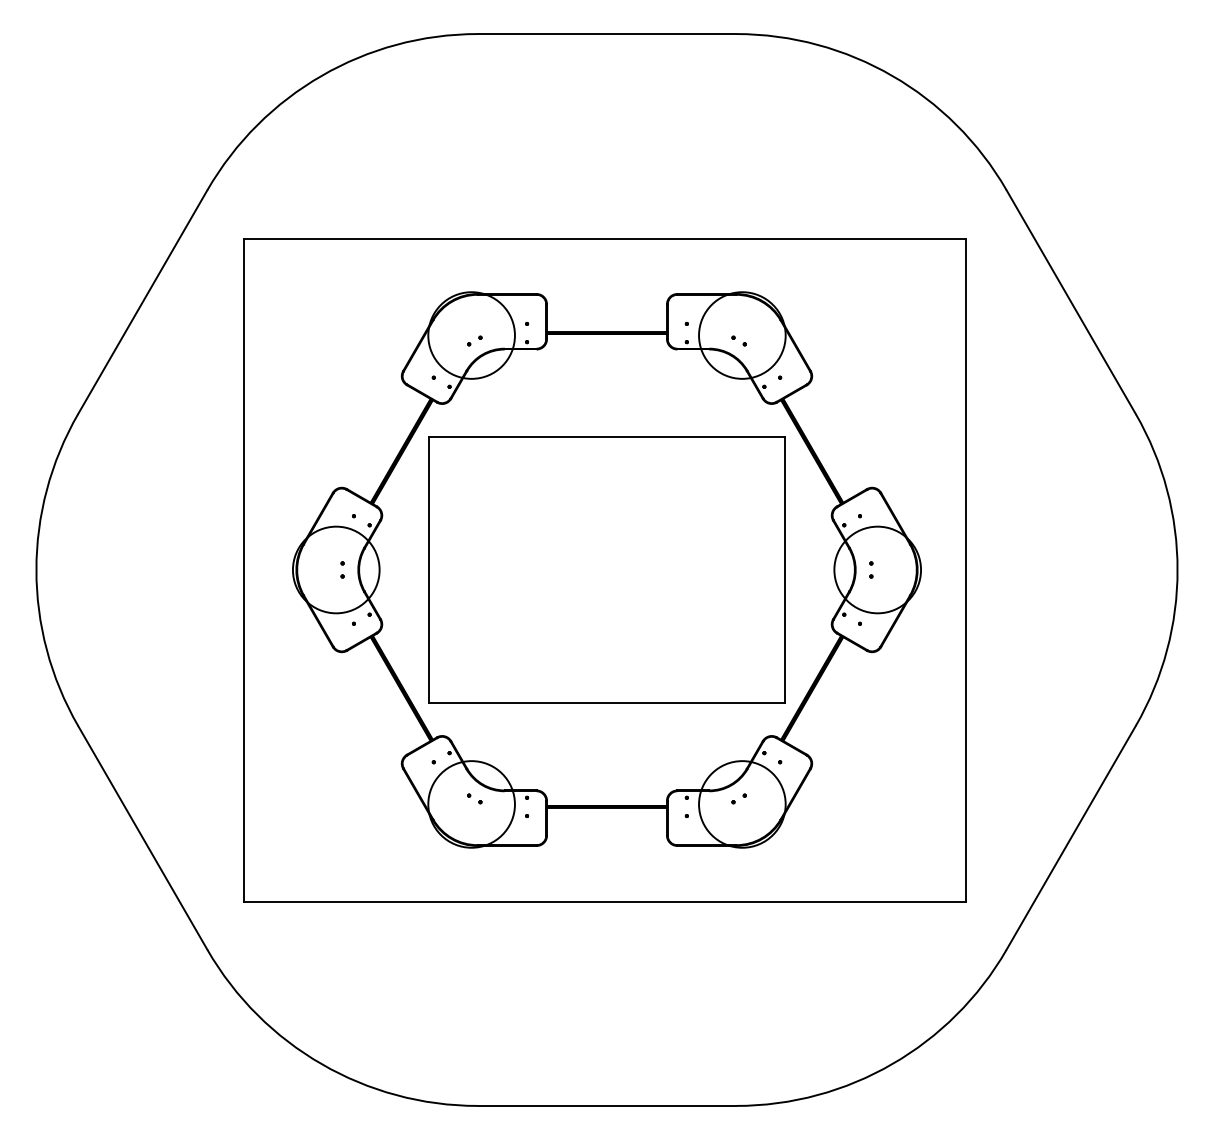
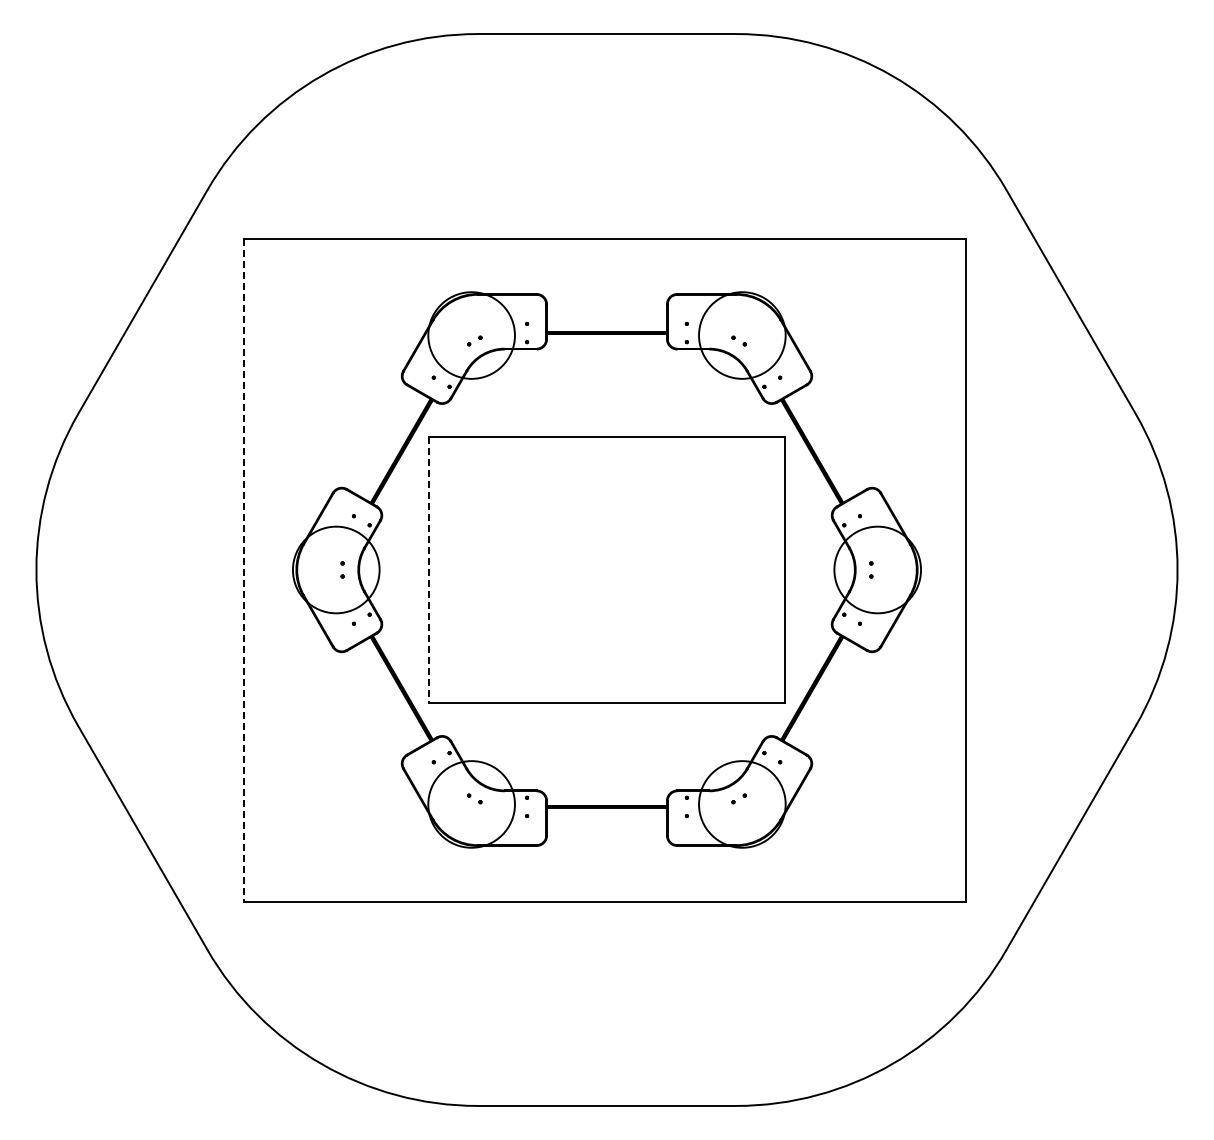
line at (244, 570): solid -> dashed
line at (428, 570): solid -> dashed
